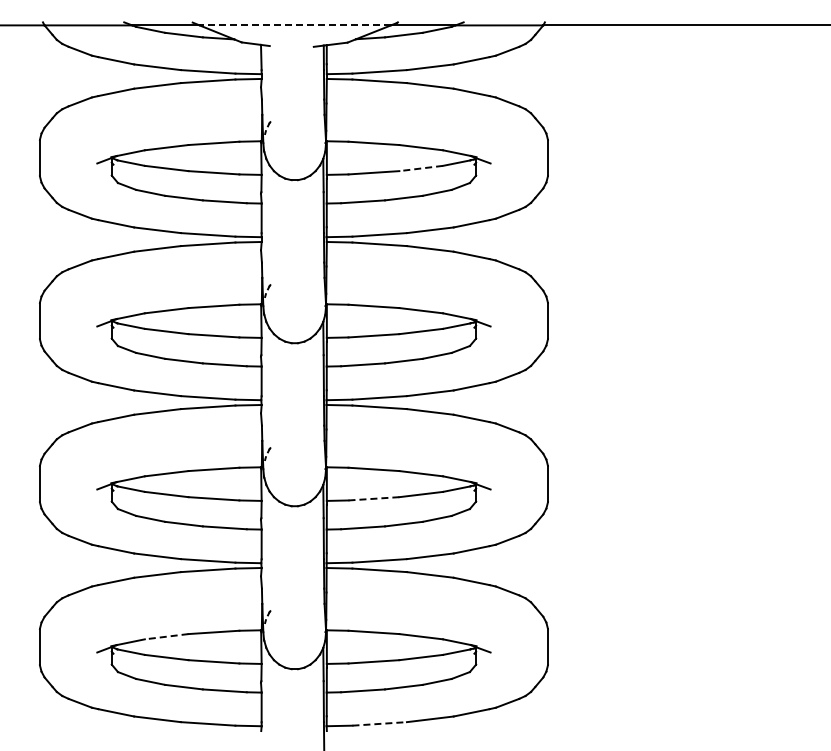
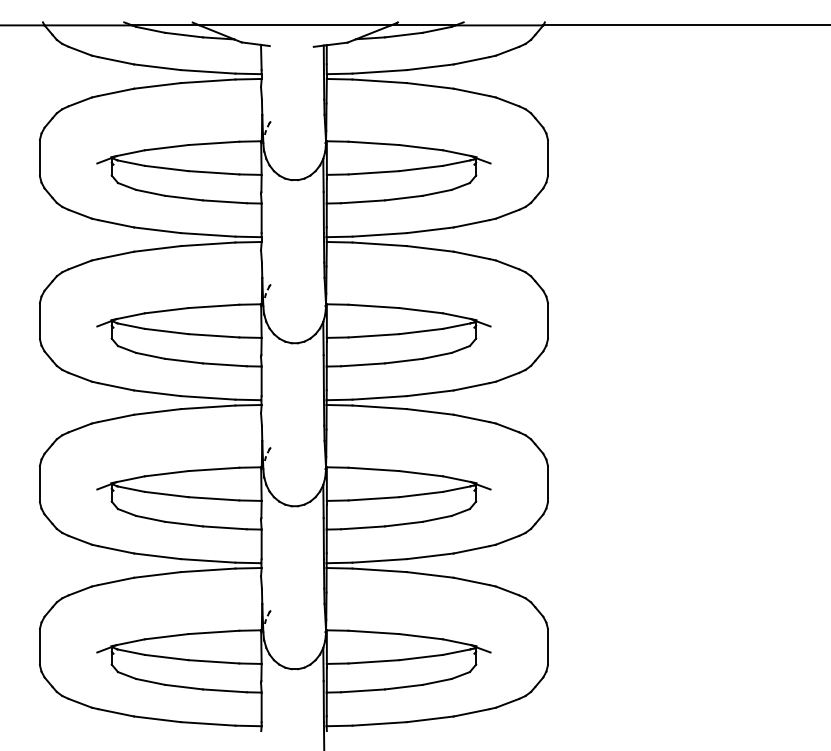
line at (295, 25): dashed -> solid
line at (421, 168): dashed -> solid
line at (373, 498): dashed -> solid
line at (166, 636): dashed -> solid
line at (380, 723): dashed -> solid
